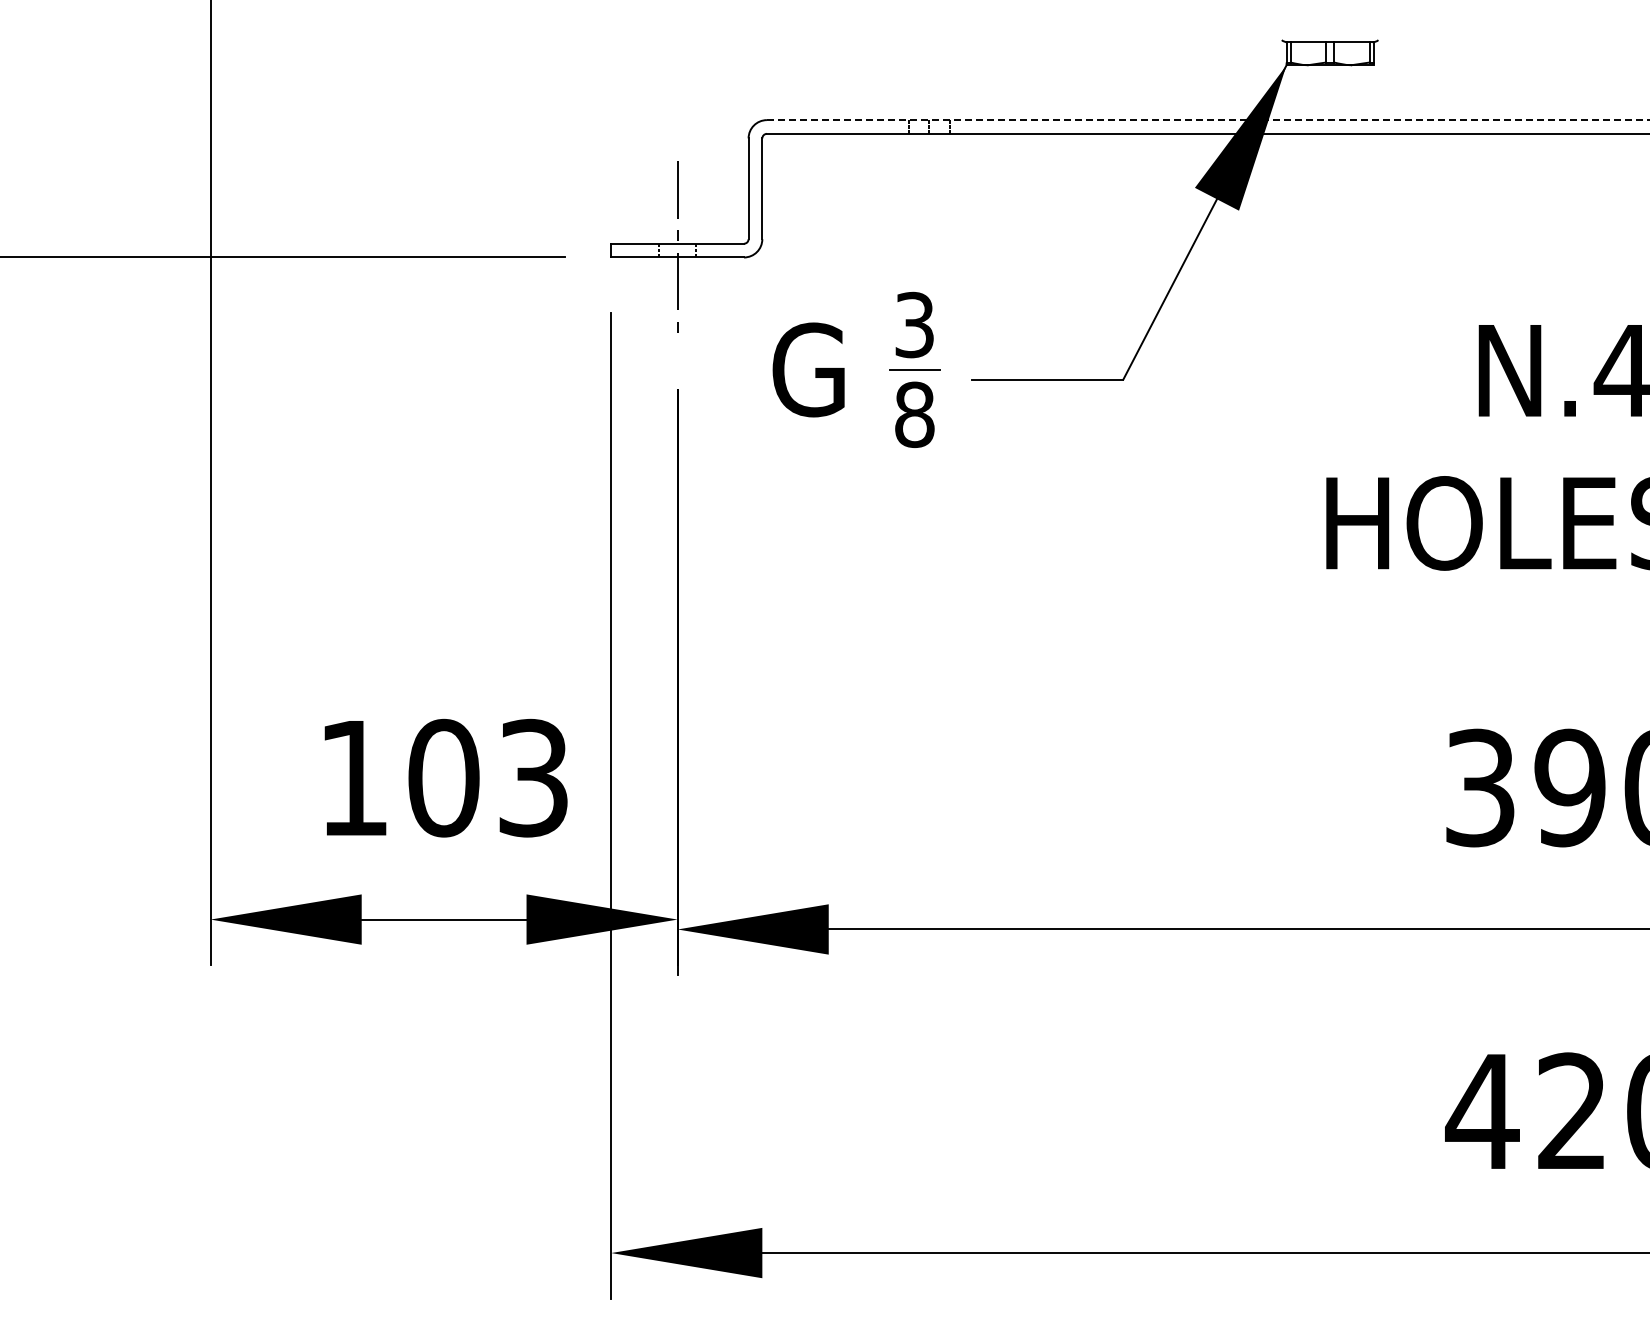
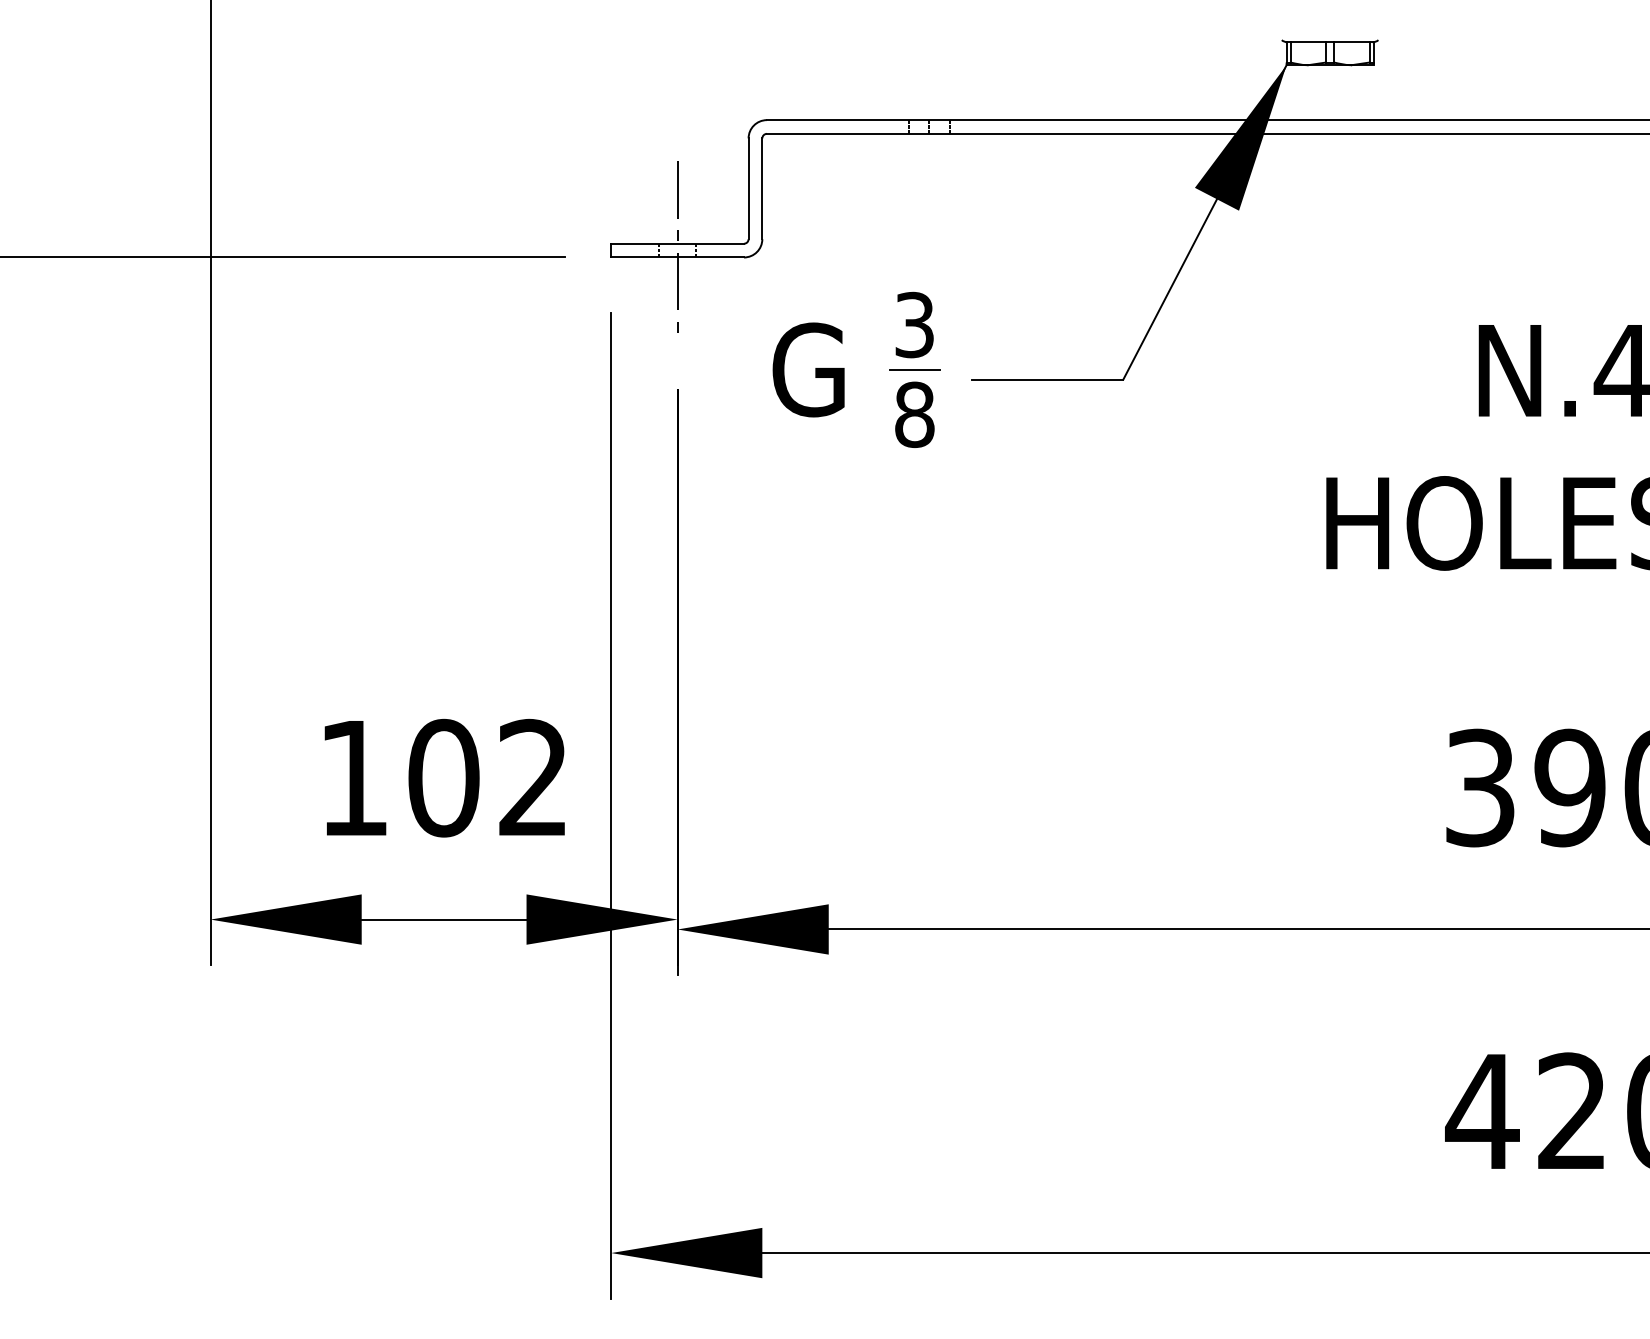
line at (1208, 120): dashed -> solid
text at (533, 778): 103 -> 102
